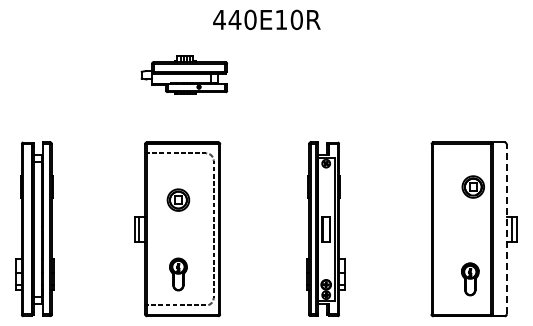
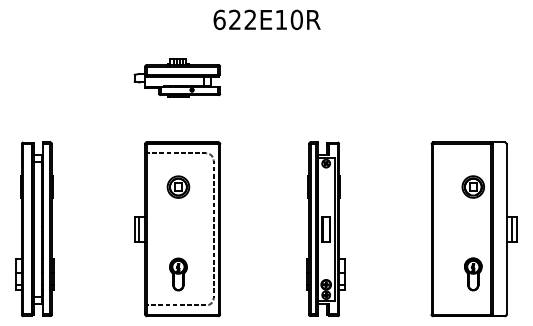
text at (234, 19): 440E10R -> 622E10R
part at (184, 74) position: (184, 74) -> (177, 77)
part at (178, 199) position: (178, 199) -> (178, 186)
line at (506, 228): dashed -> solid
part at (470, 279) position: (470, 279) -> (473, 274)
